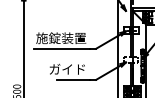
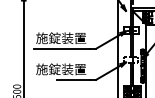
text at (61, 69): ガイド -> 施錠装置
